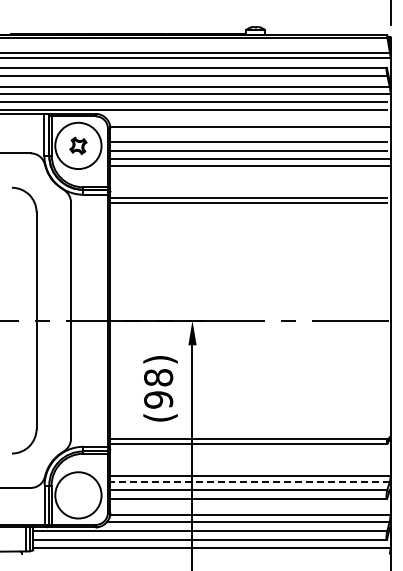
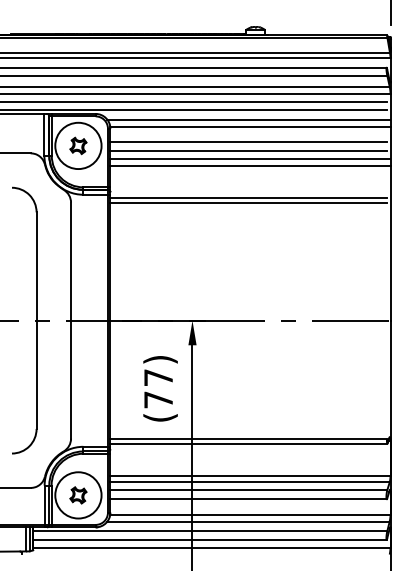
line at (248, 119): none -> present
text at (158, 388): (98) -> (77)
line at (250, 482): dashed -> solid
part at (78, 495): none -> present
